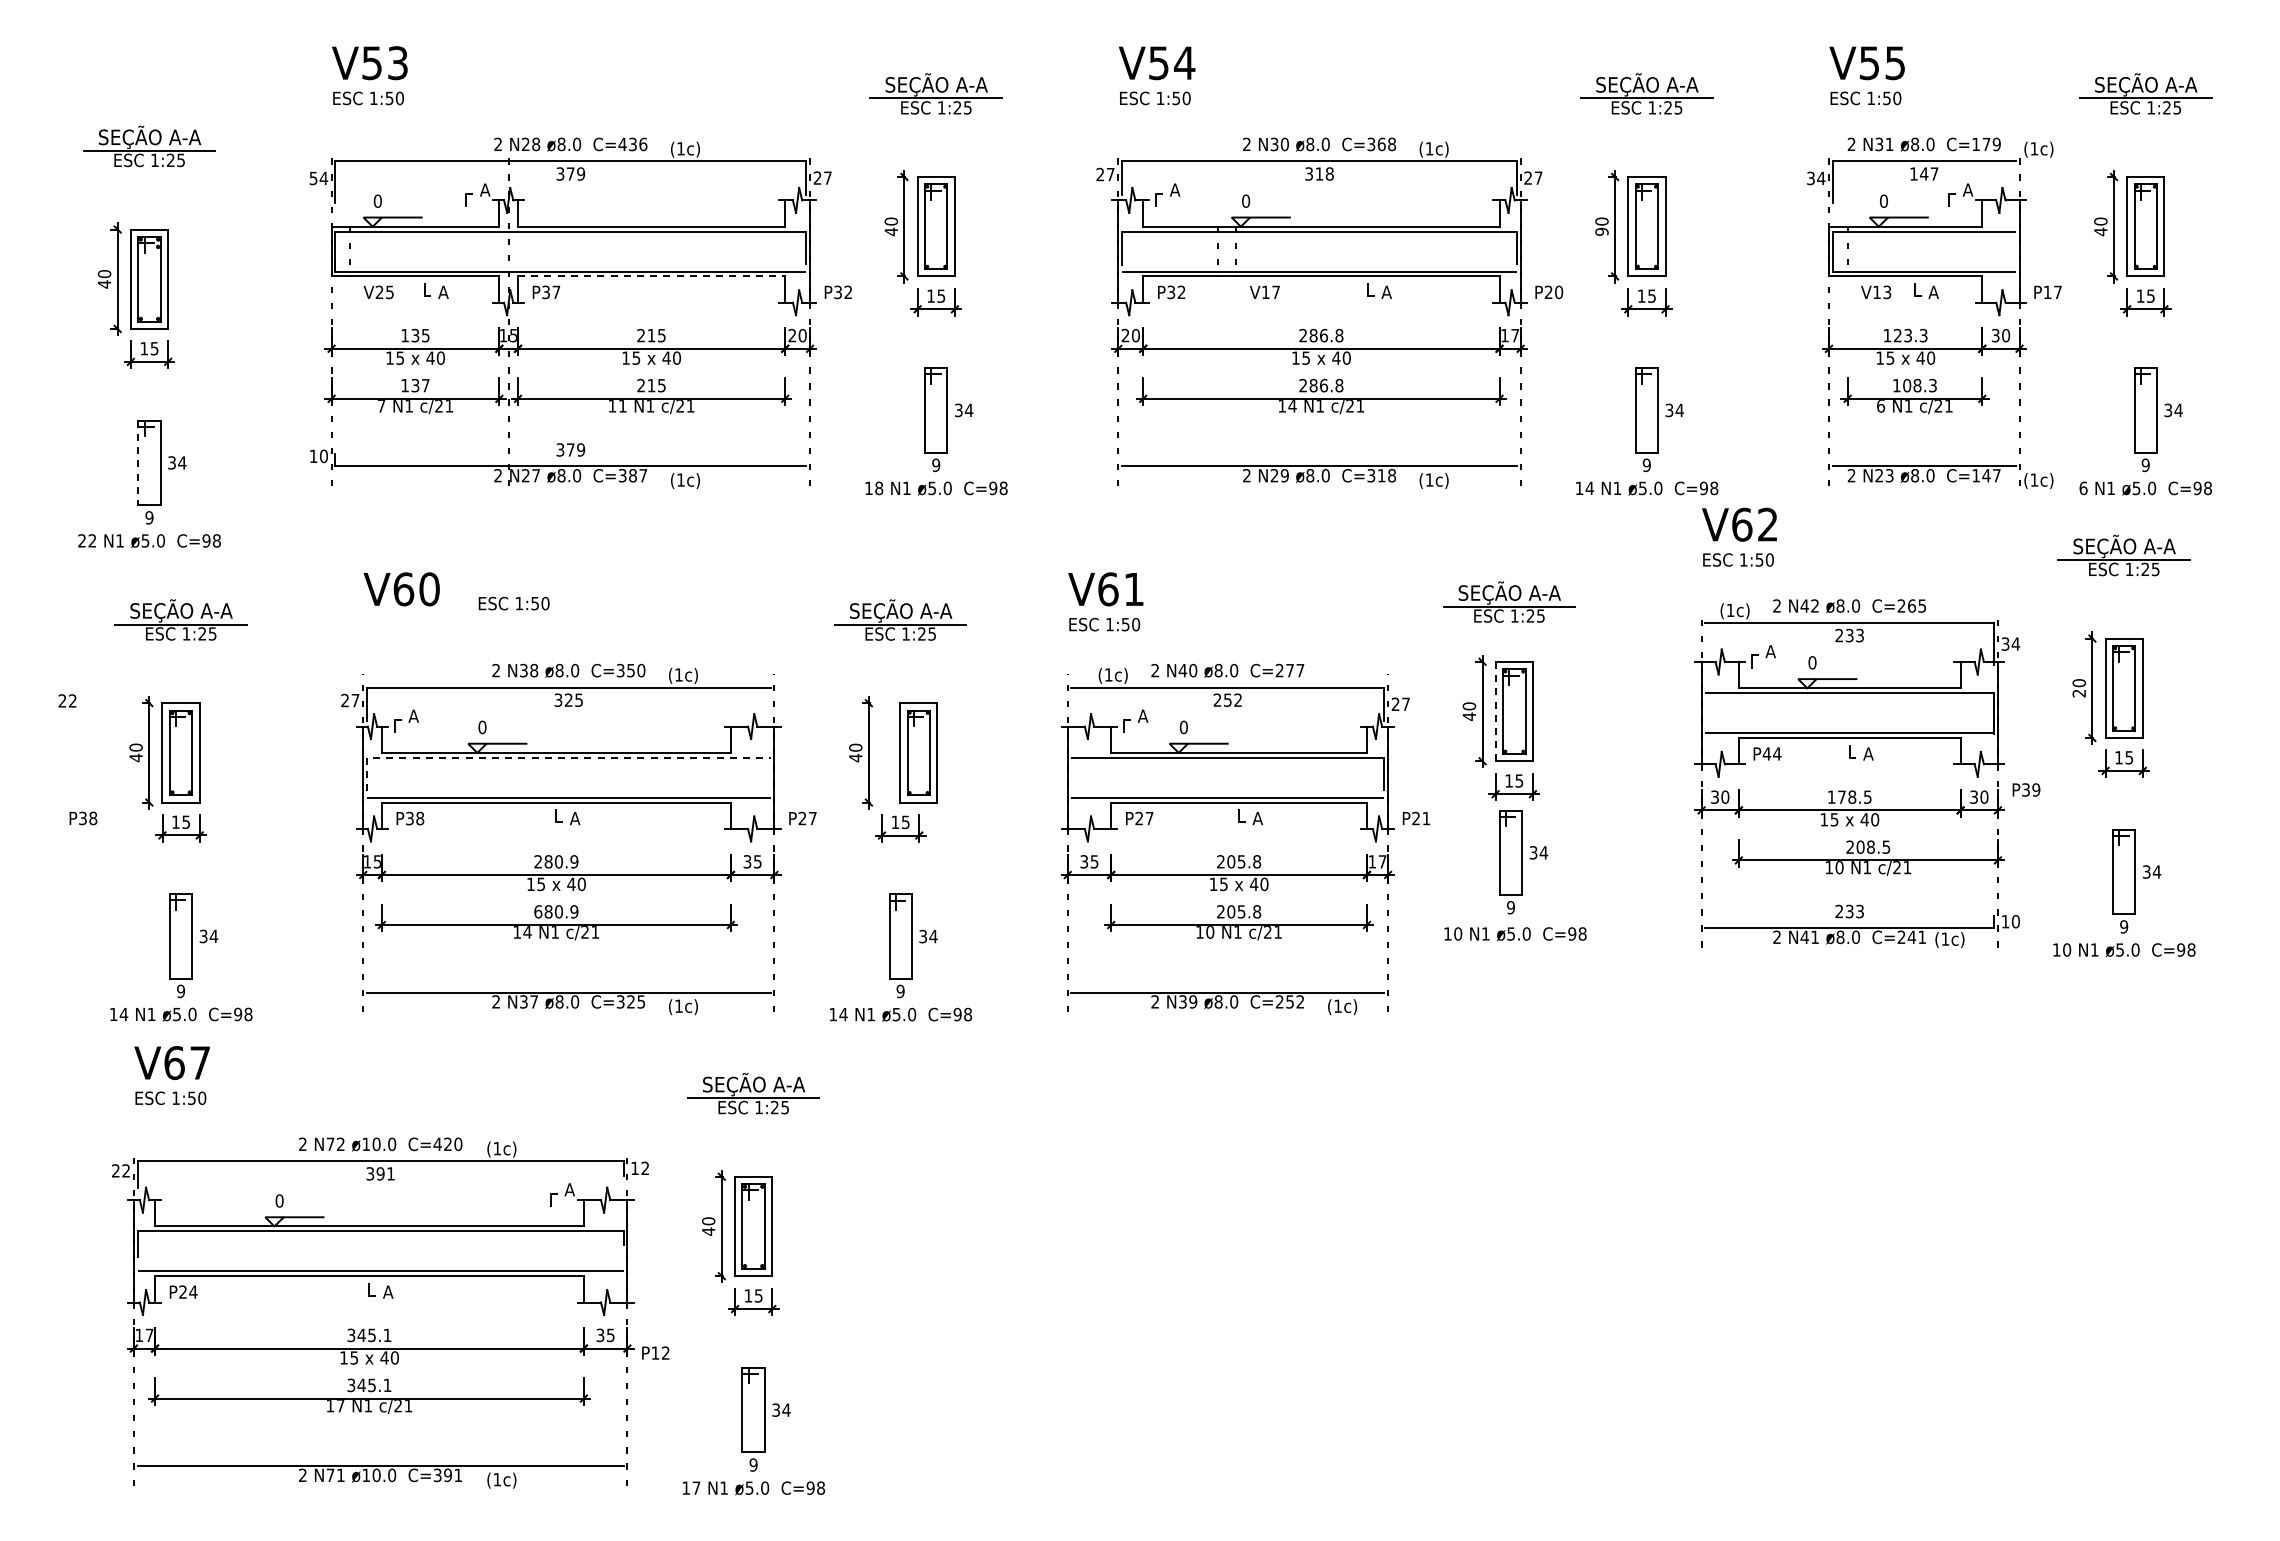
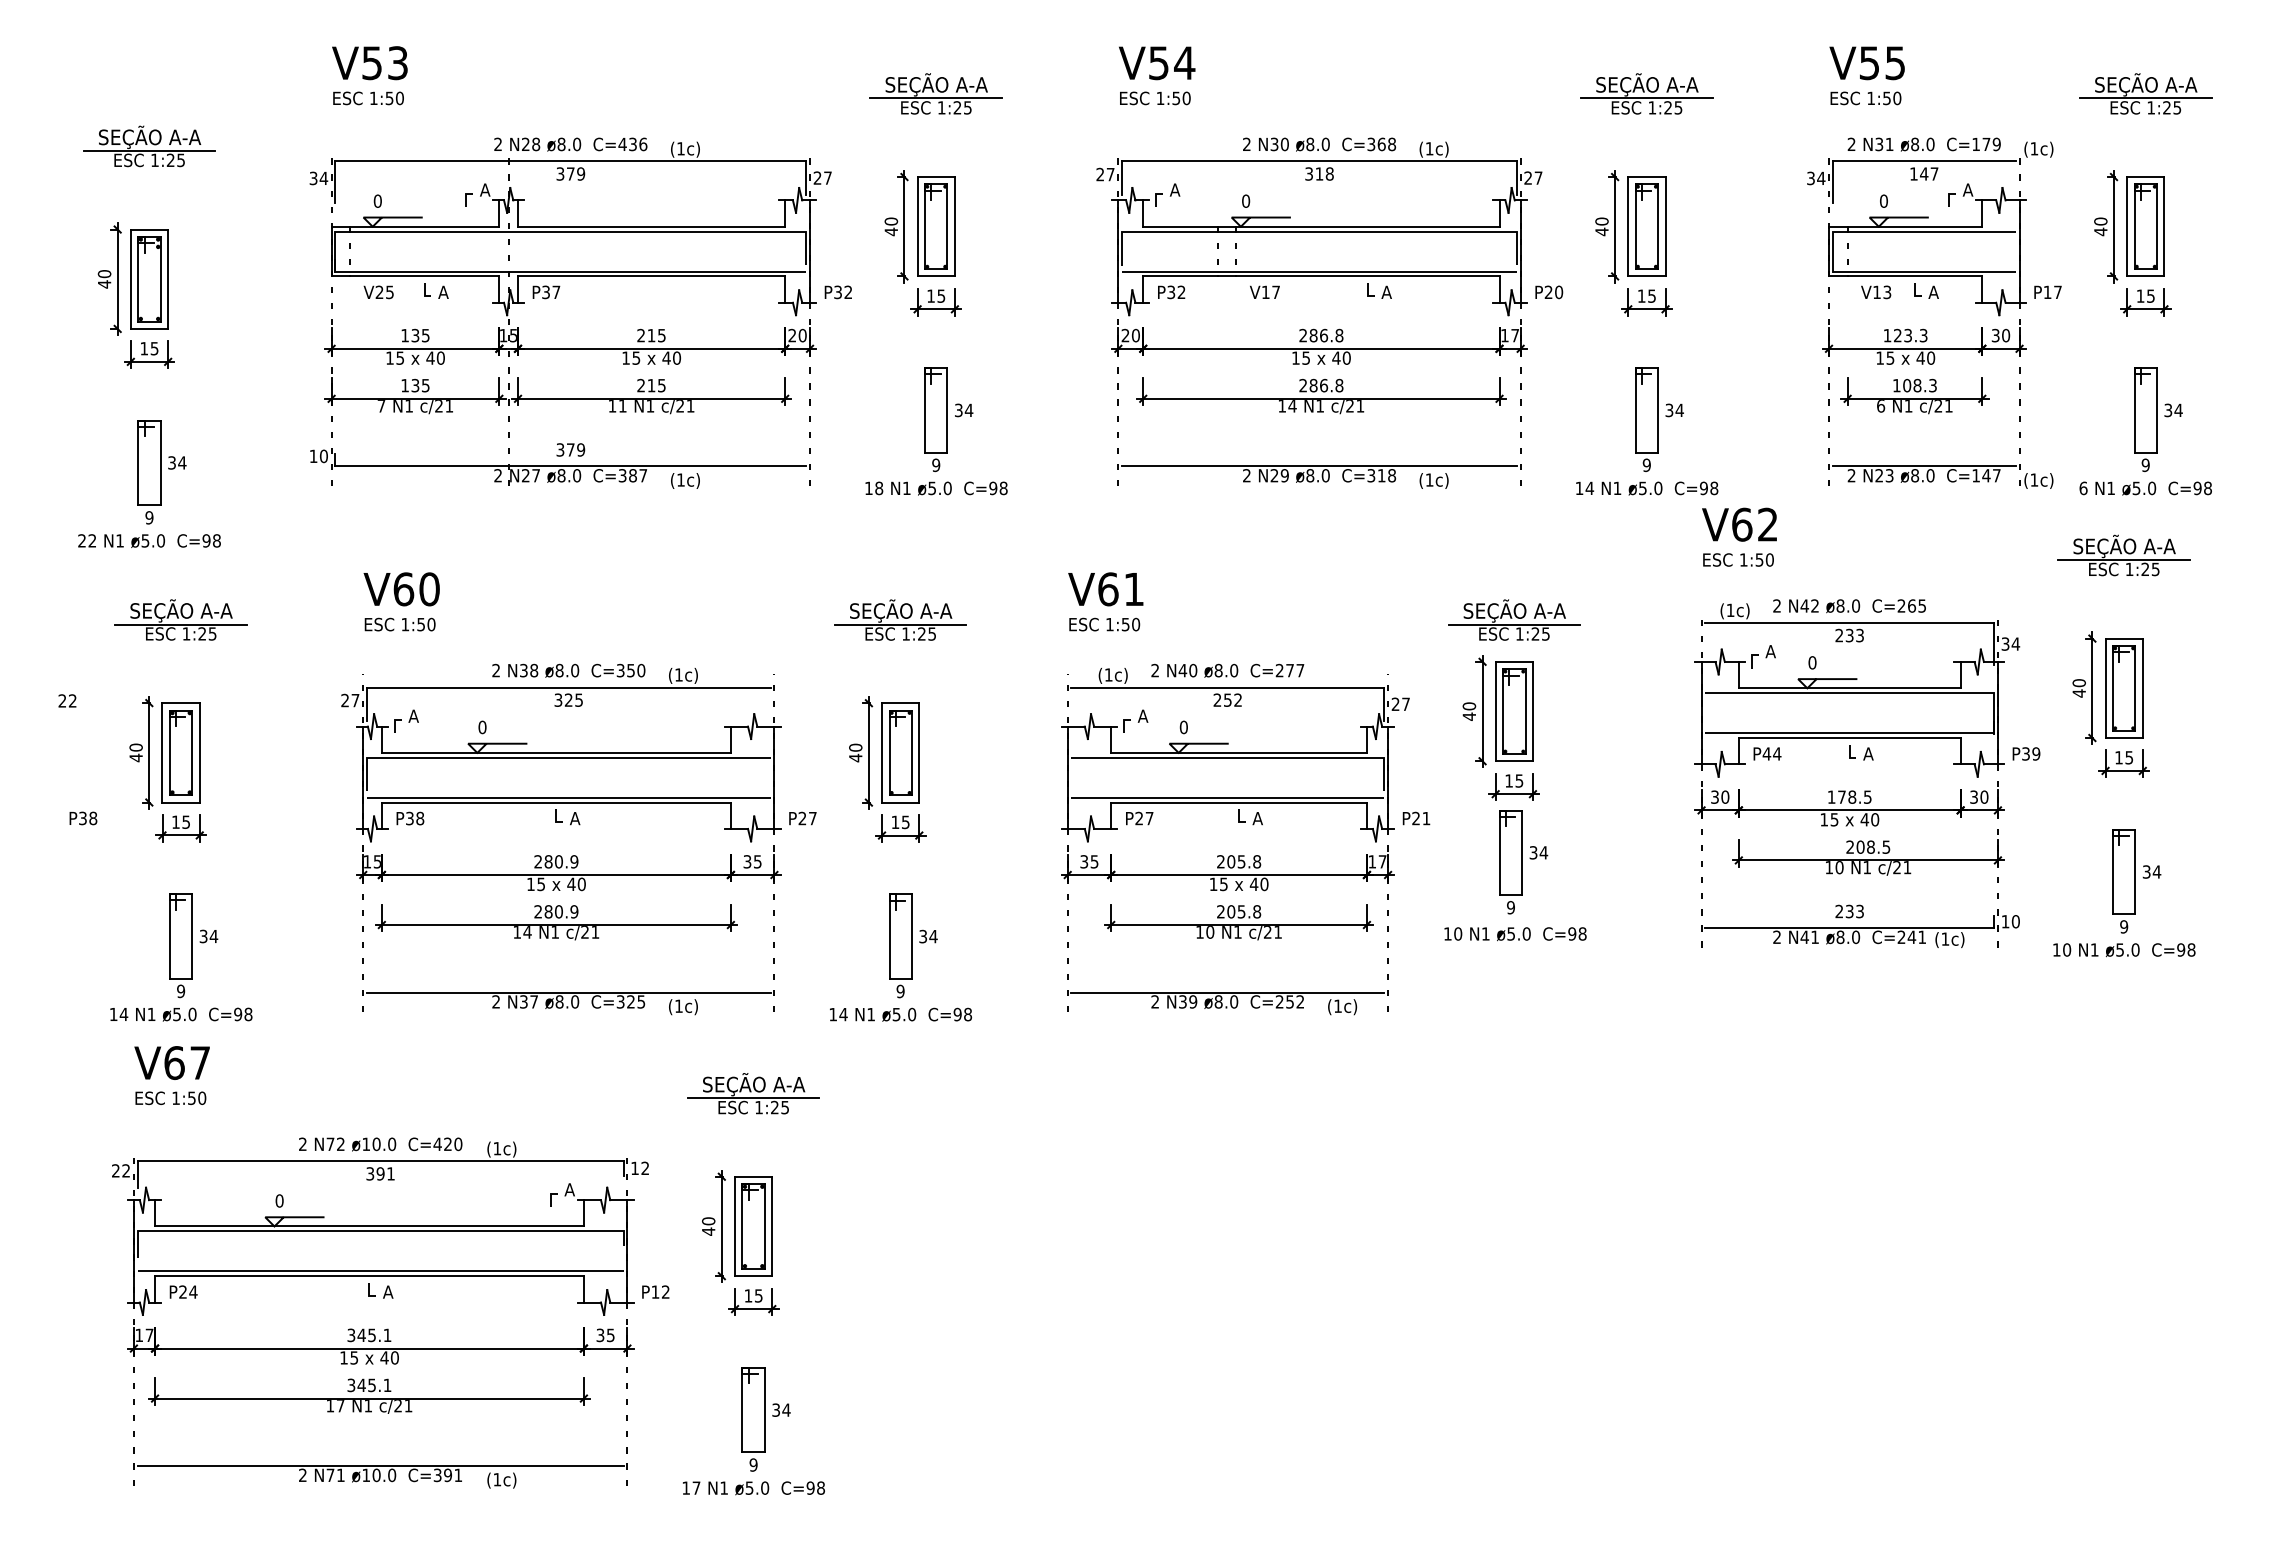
text at (313, 177): 54 -> 34
text at (1601, 231): 90 -> 40
line at (651, 276): dashed -> solid
text at (425, 385): 137 -> 135
line at (138, 463): dashed -> solid
part at (1509, 601) position: (1509, 601) -> (1514, 619)
text at (513, 603) position: (513, 603) -> (399, 624)
text at (2078, 693): 20 -> 40
line at (1495, 711): dashed -> solid
part at (918, 752) position: (918, 752) -> (900, 752)
line at (551, 757): dashed -> solid
text at (2026, 789) position: (2026, 789) -> (2026, 753)
text at (538, 911): 680.9 -> 280.9
text at (655, 1352) position: (655, 1352) -> (655, 1291)
